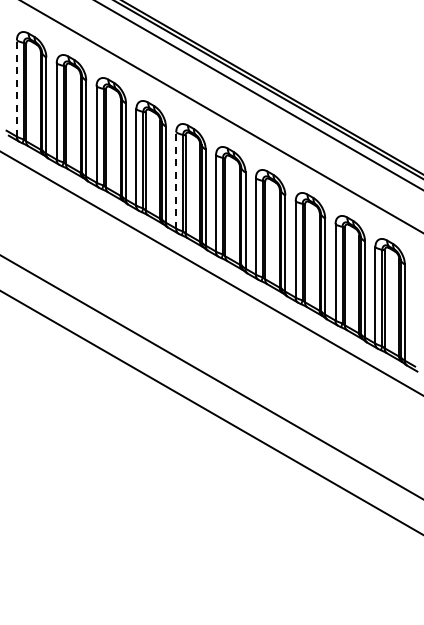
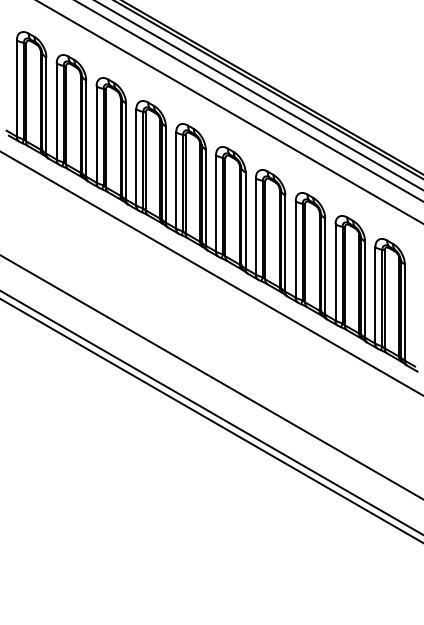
line at (16, 88): dashed -> solid
line at (248, 101): none -> present
line at (221, 116) position: (221, 116) -> (229, 112)
line at (176, 180): dashed -> solid
line at (211, 420): none -> present
